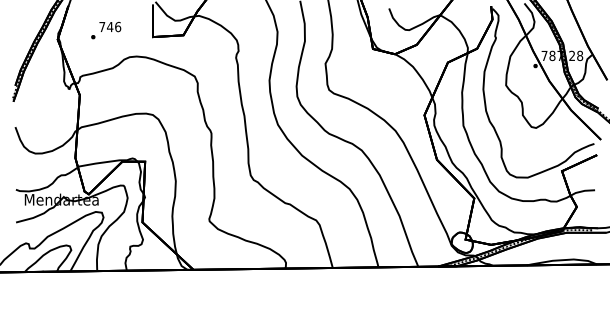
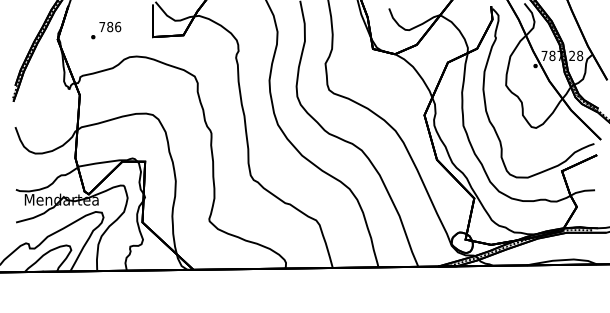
text at (110, 26): 746 -> 786
